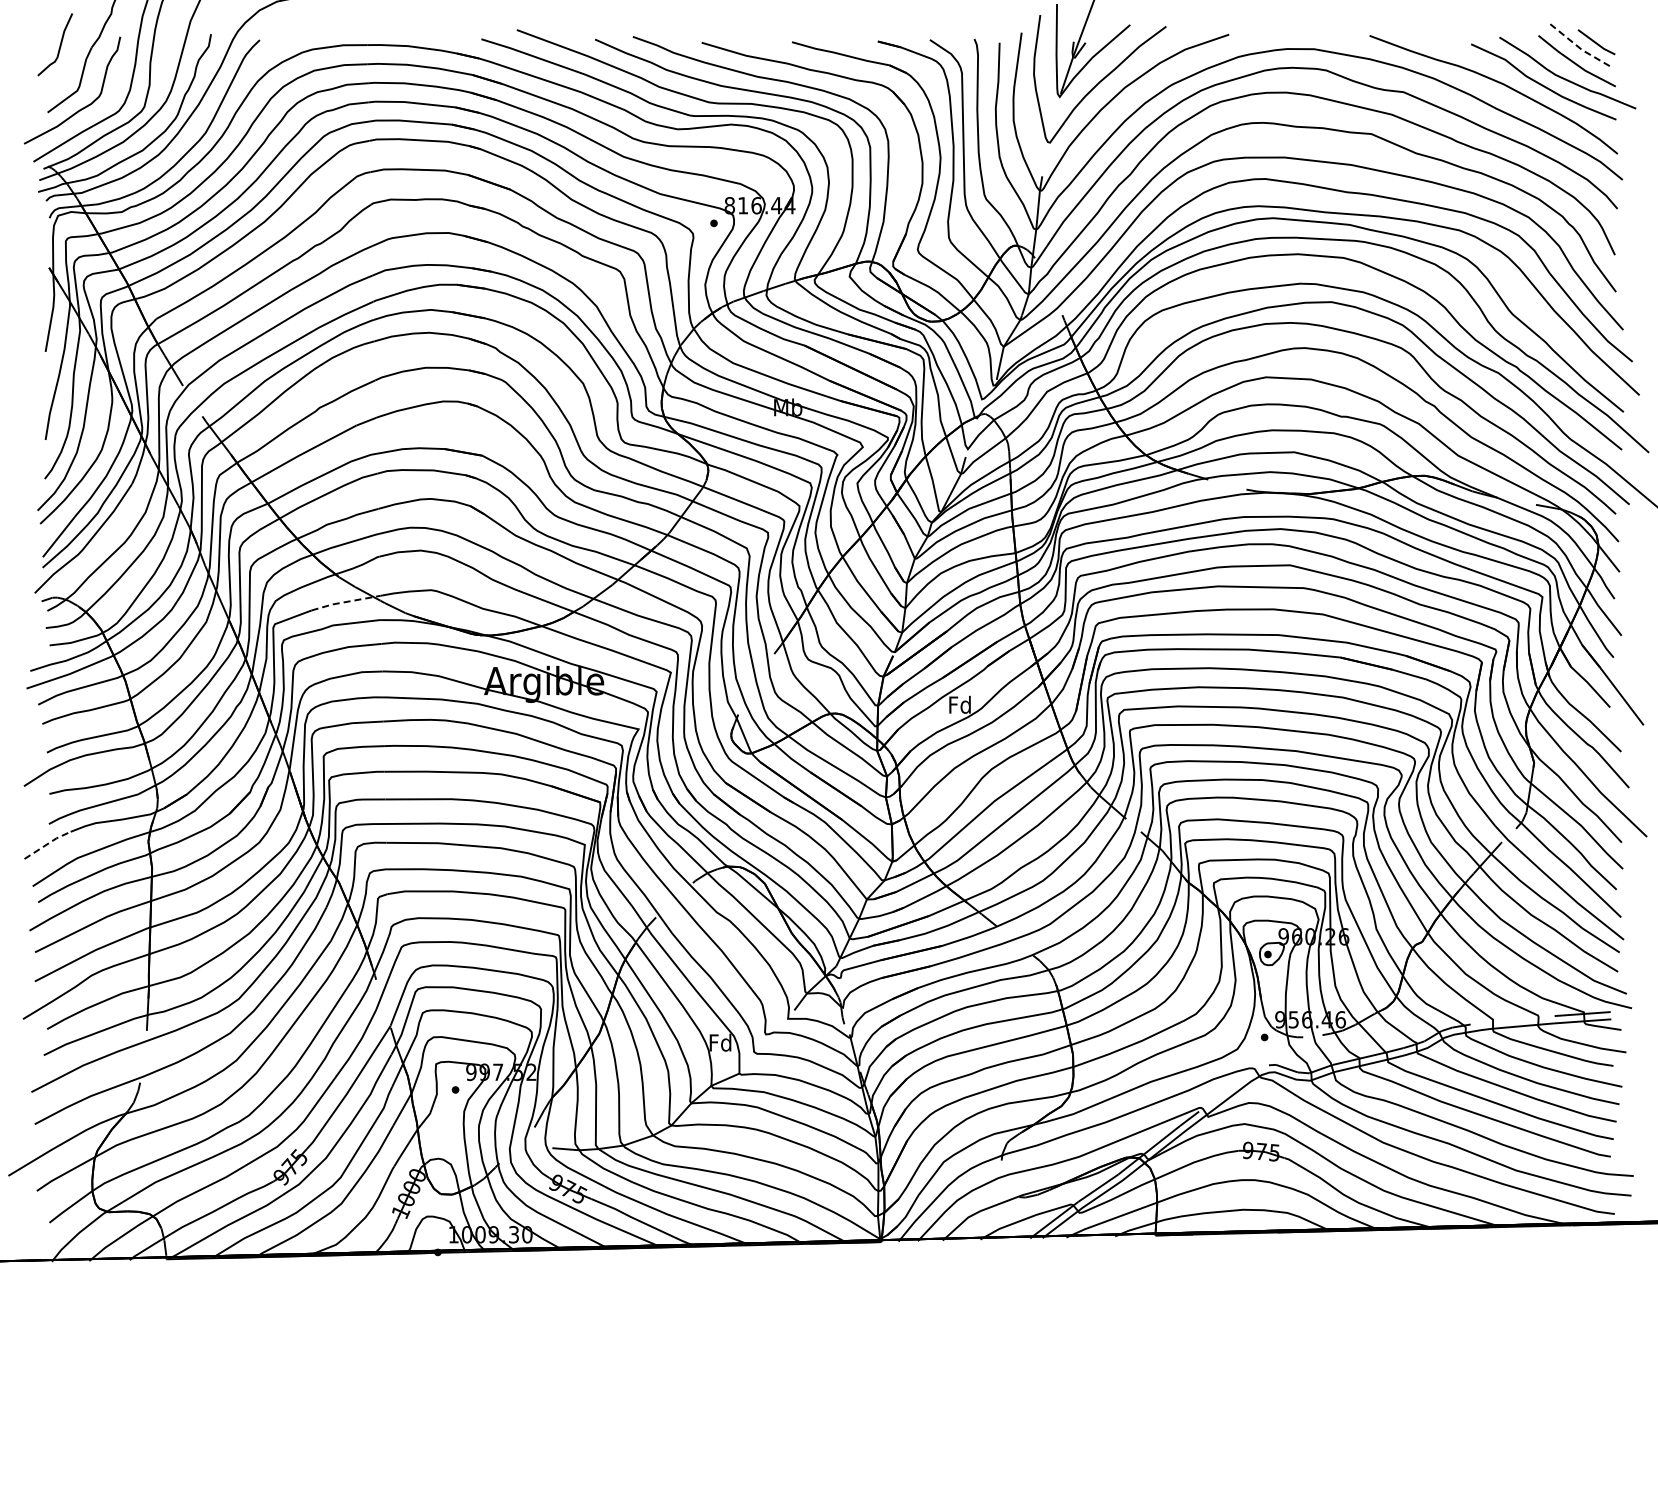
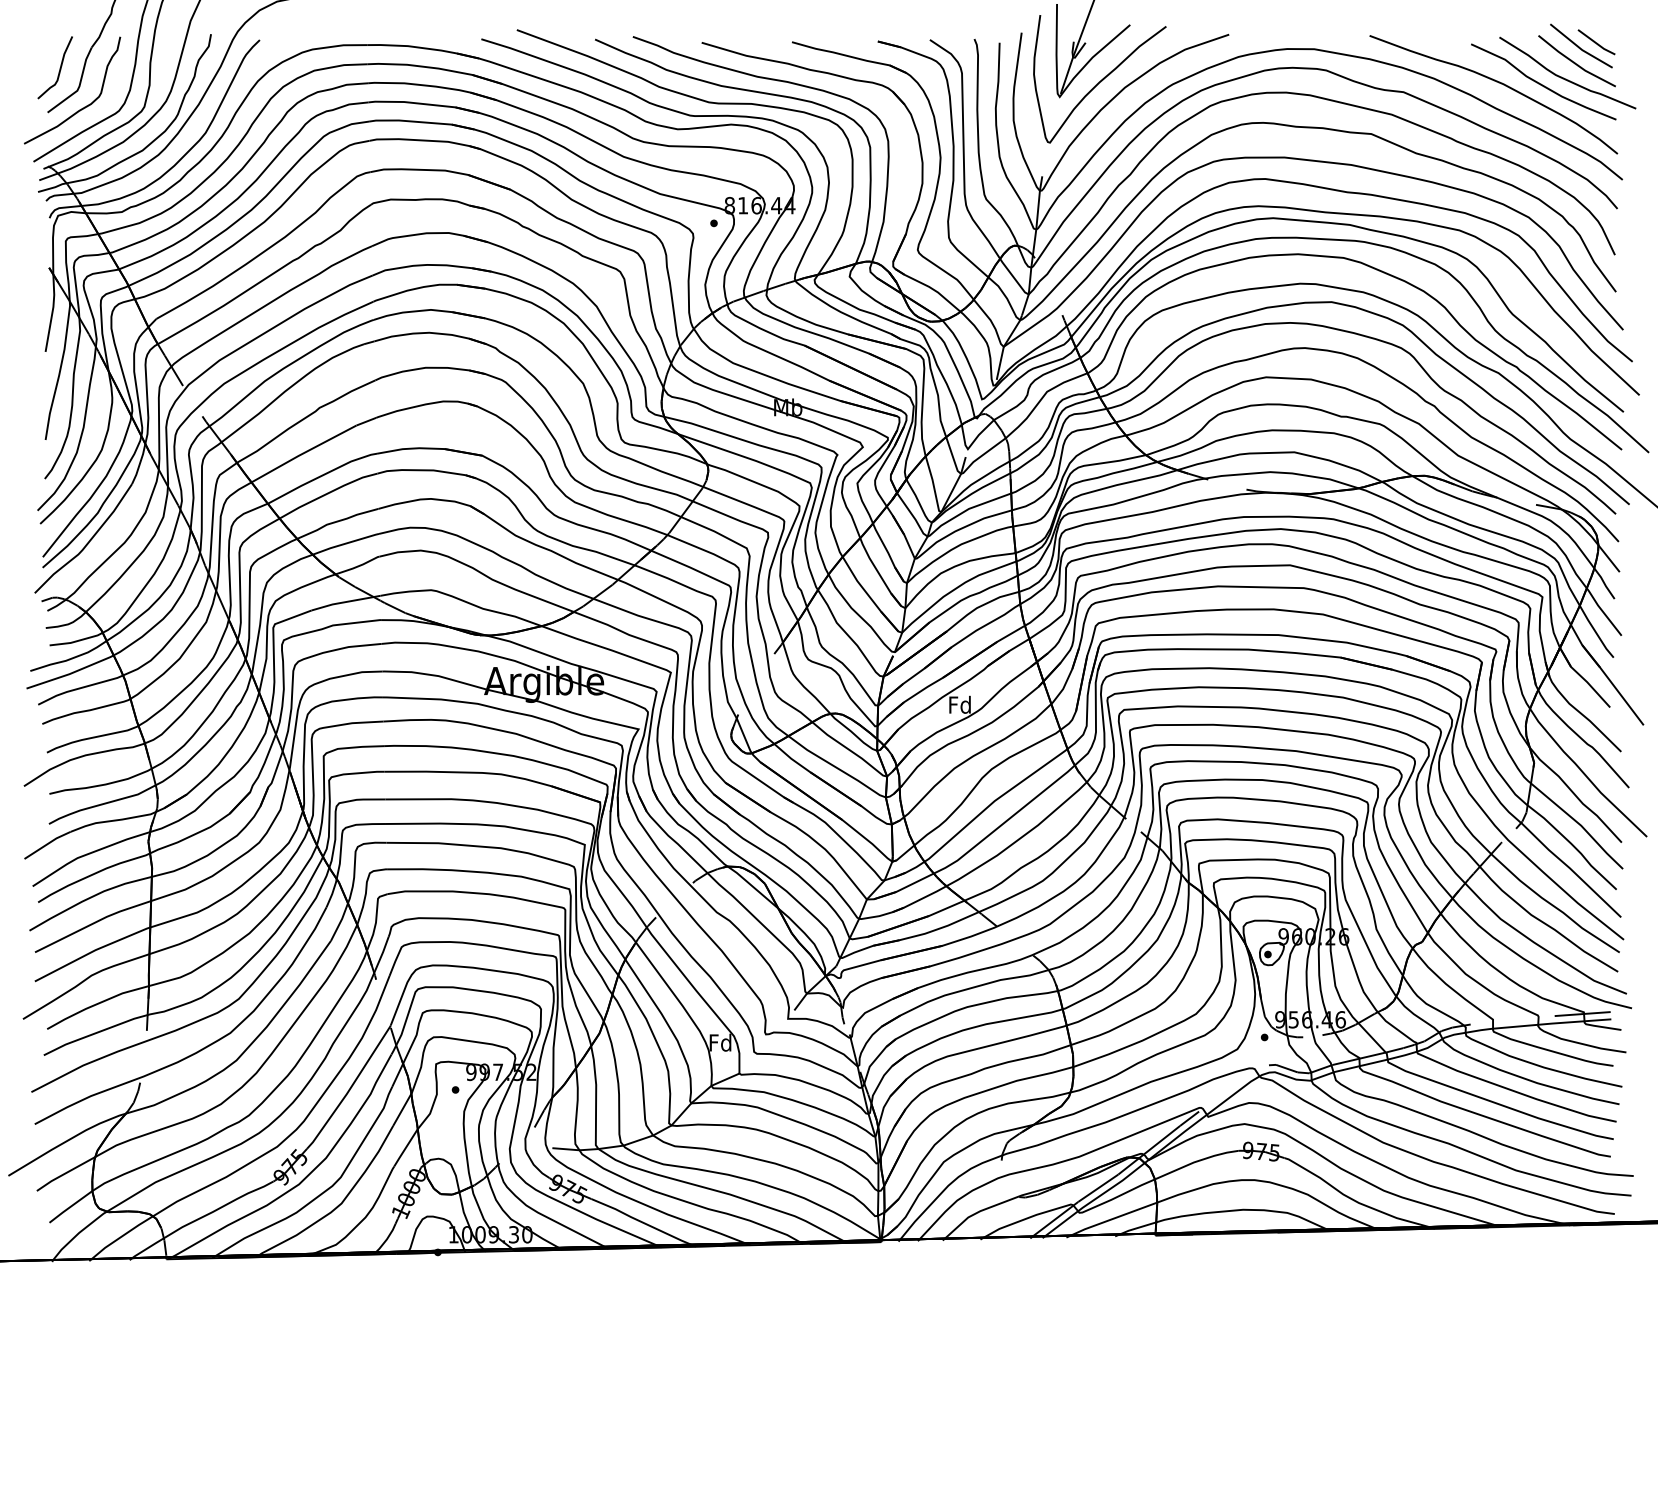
curve at (59, 45) position: (59, 45) -> (59, 68)
line at (1580, 48): dashed -> solid
line at (345, 602): dashed -> solid
line at (47, 844): dashed -> solid
